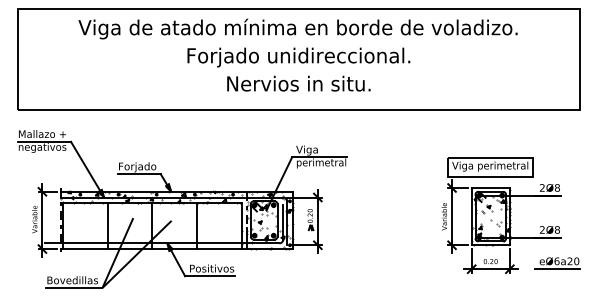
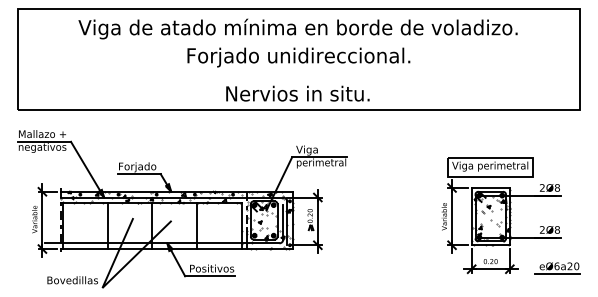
text at (298, 83) position: (298, 83) -> (297, 93)
part at (557, 263) position: (557, 263) -> (557, 268)
line at (74, 288): present -> none
